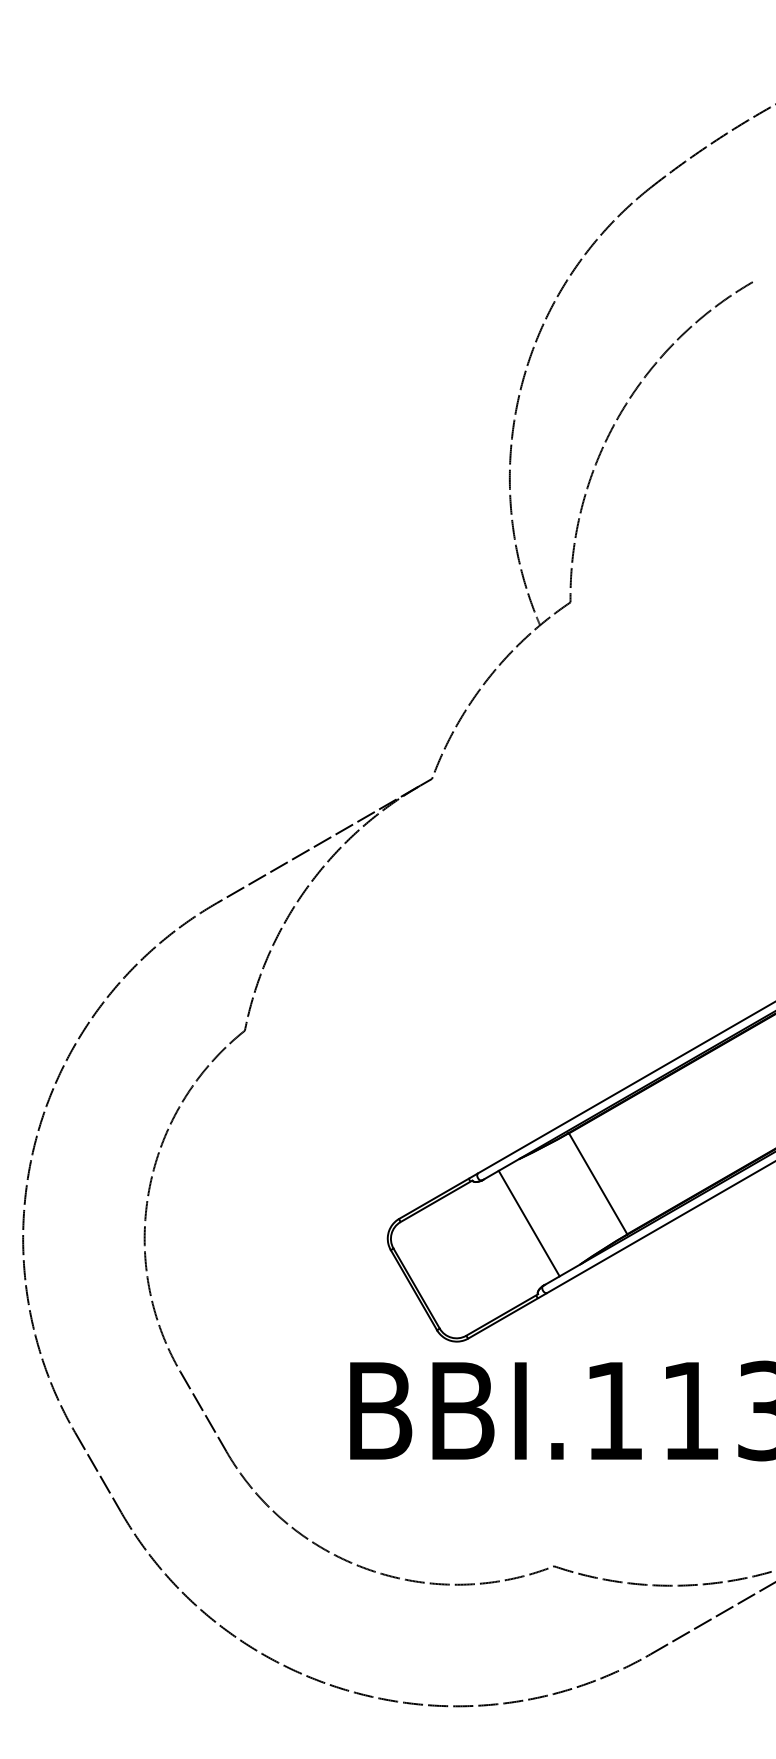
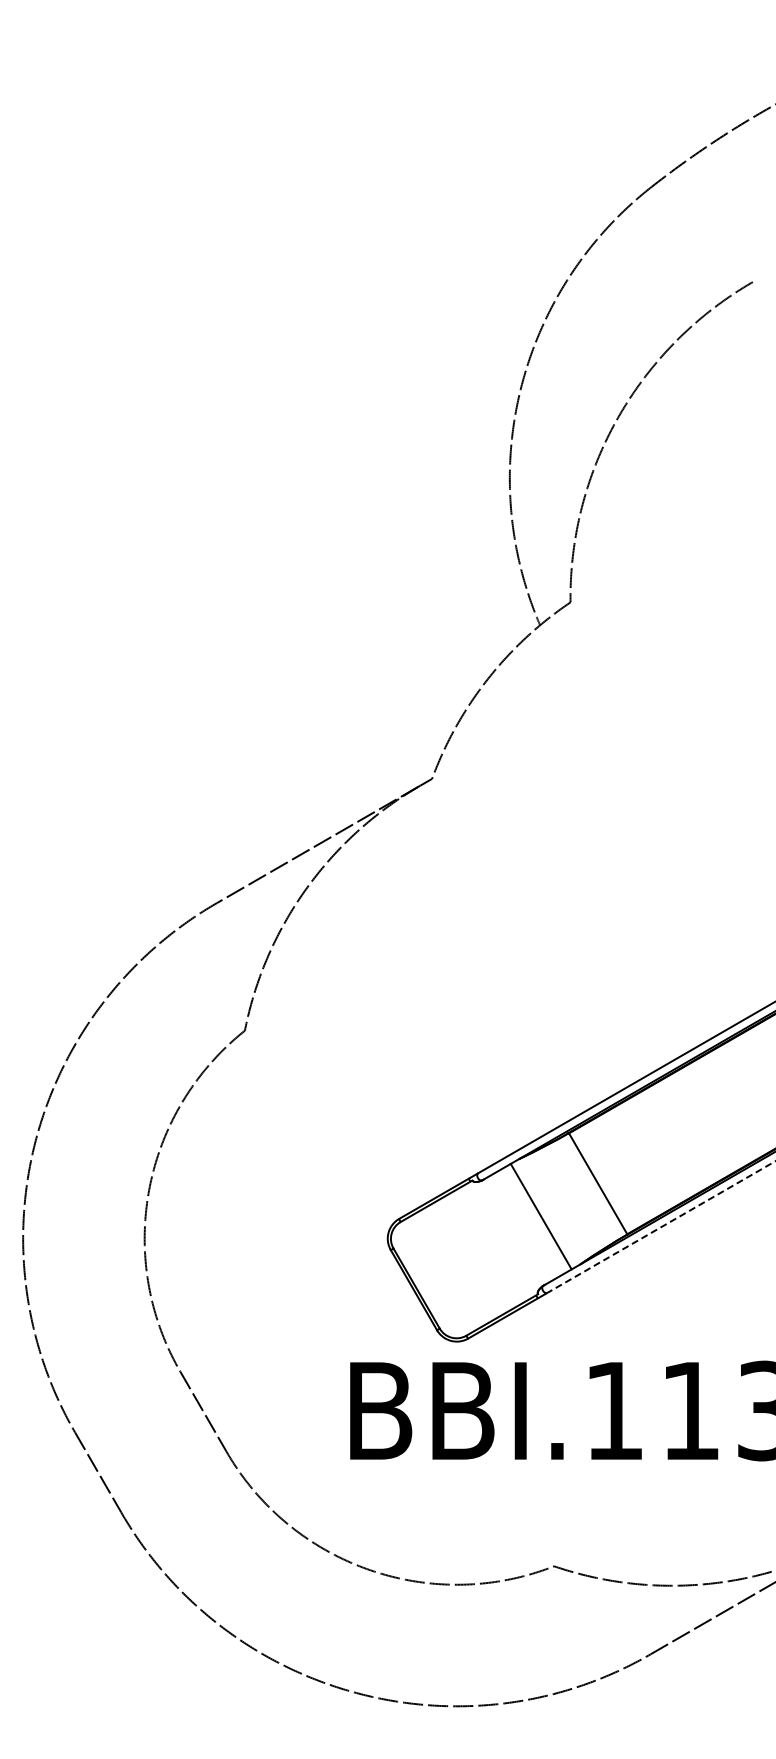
line at (528, 1223) position: (528, 1223) -> (540, 1216)
line at (661, 1227): solid -> dashed
